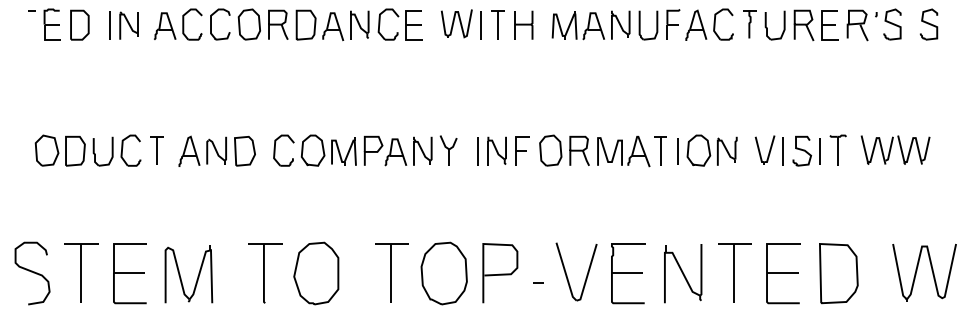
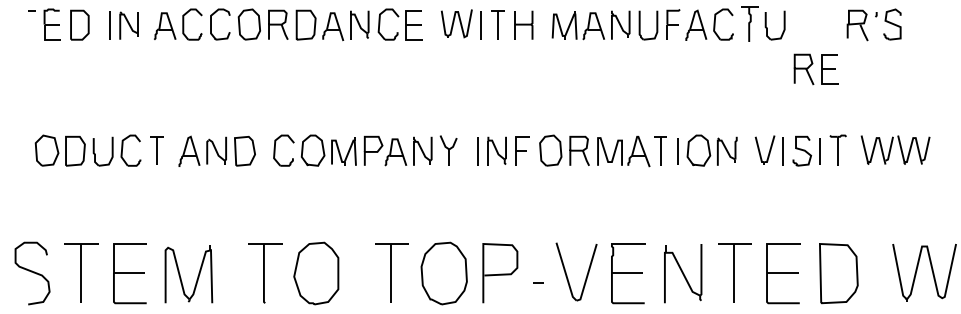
part at (749, 24) size: 14x29 px -> 18x36 px
part at (815, 24) position: (815, 24) -> (815, 68)
part at (928, 24): present -> none
